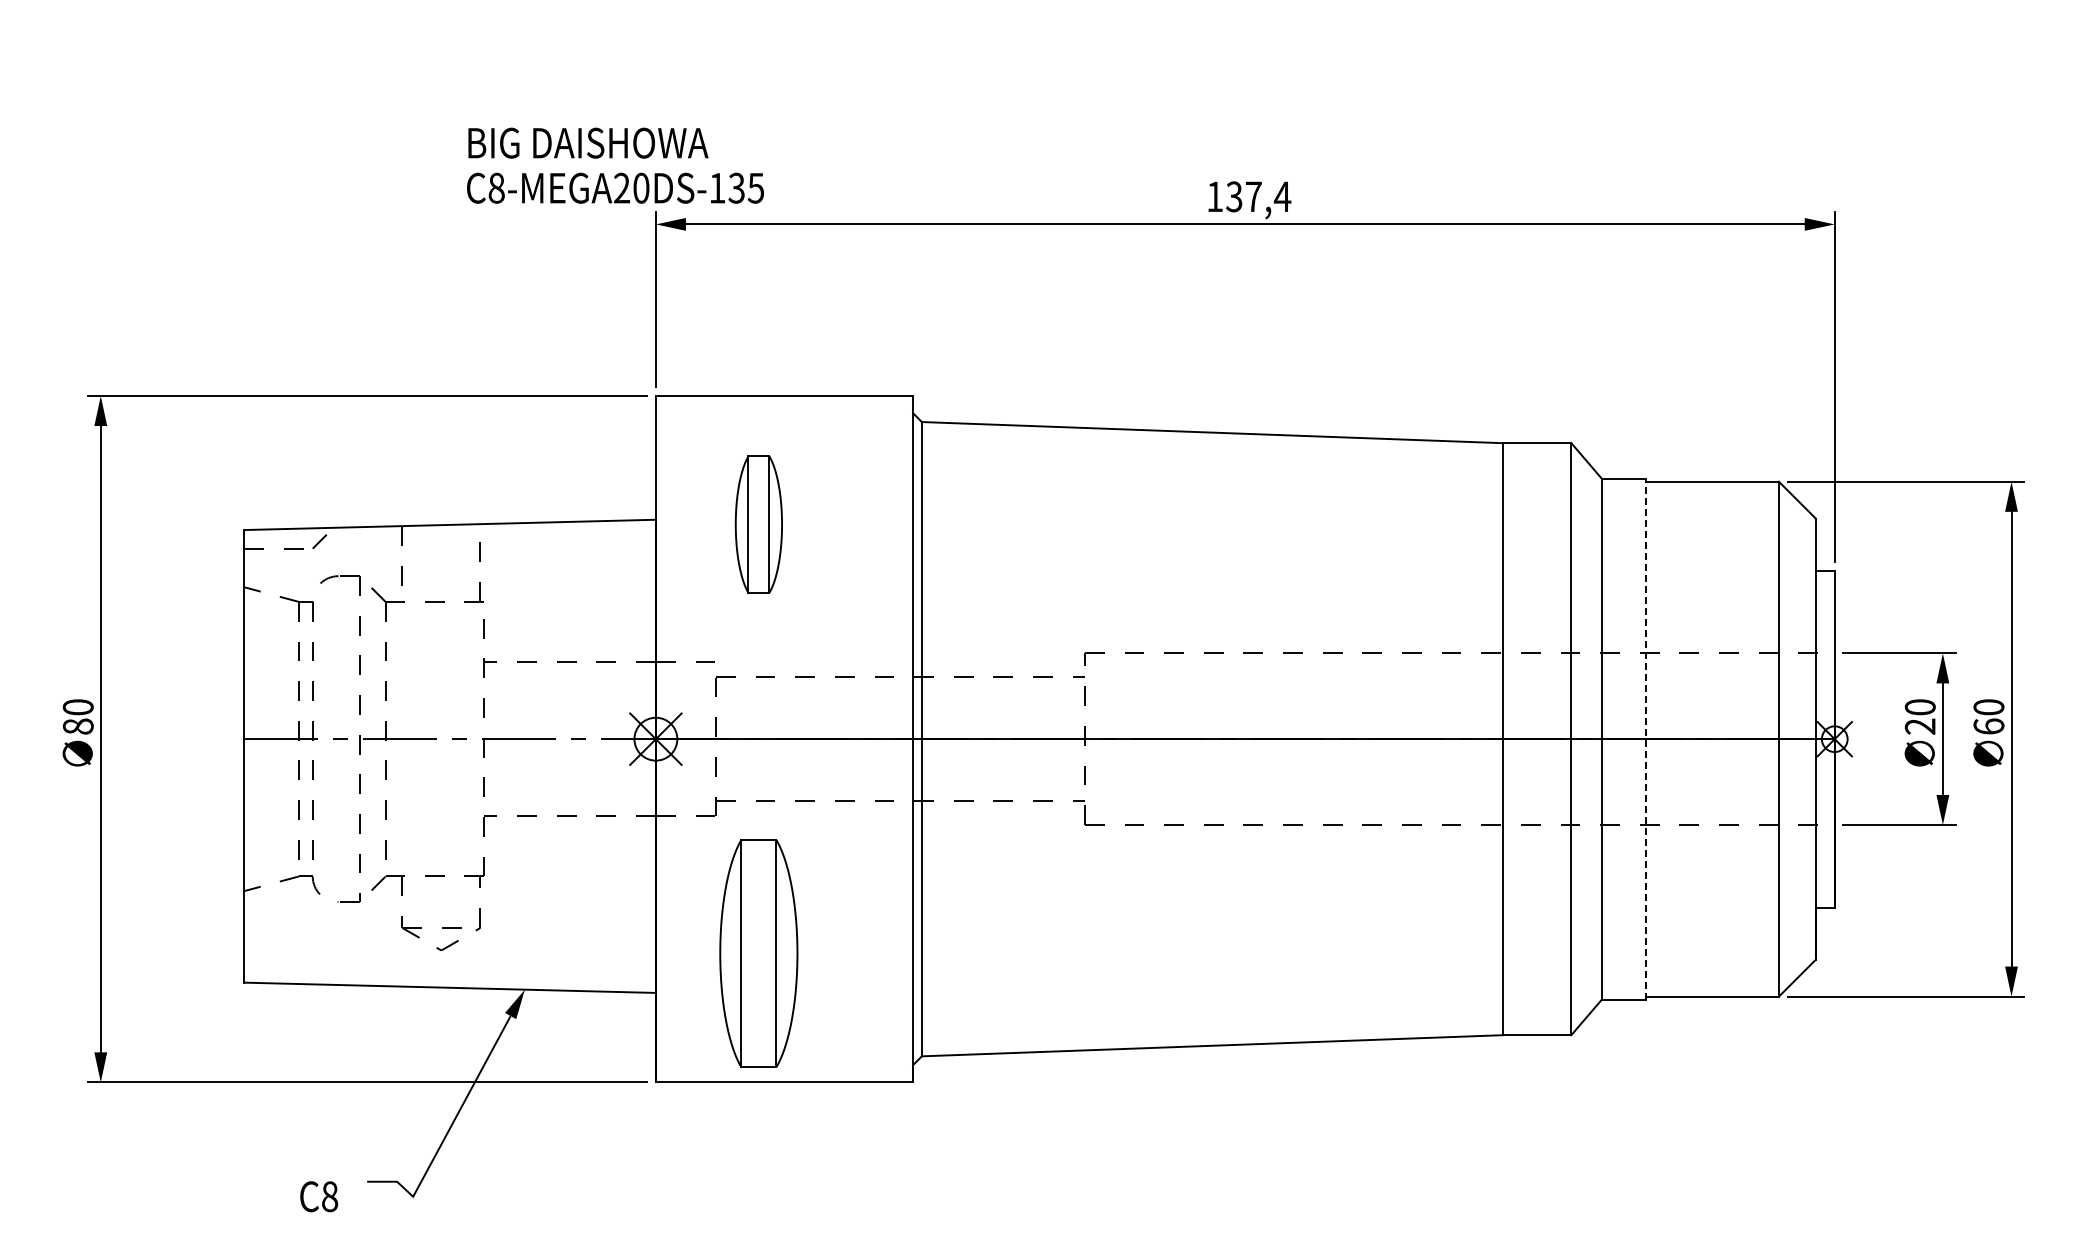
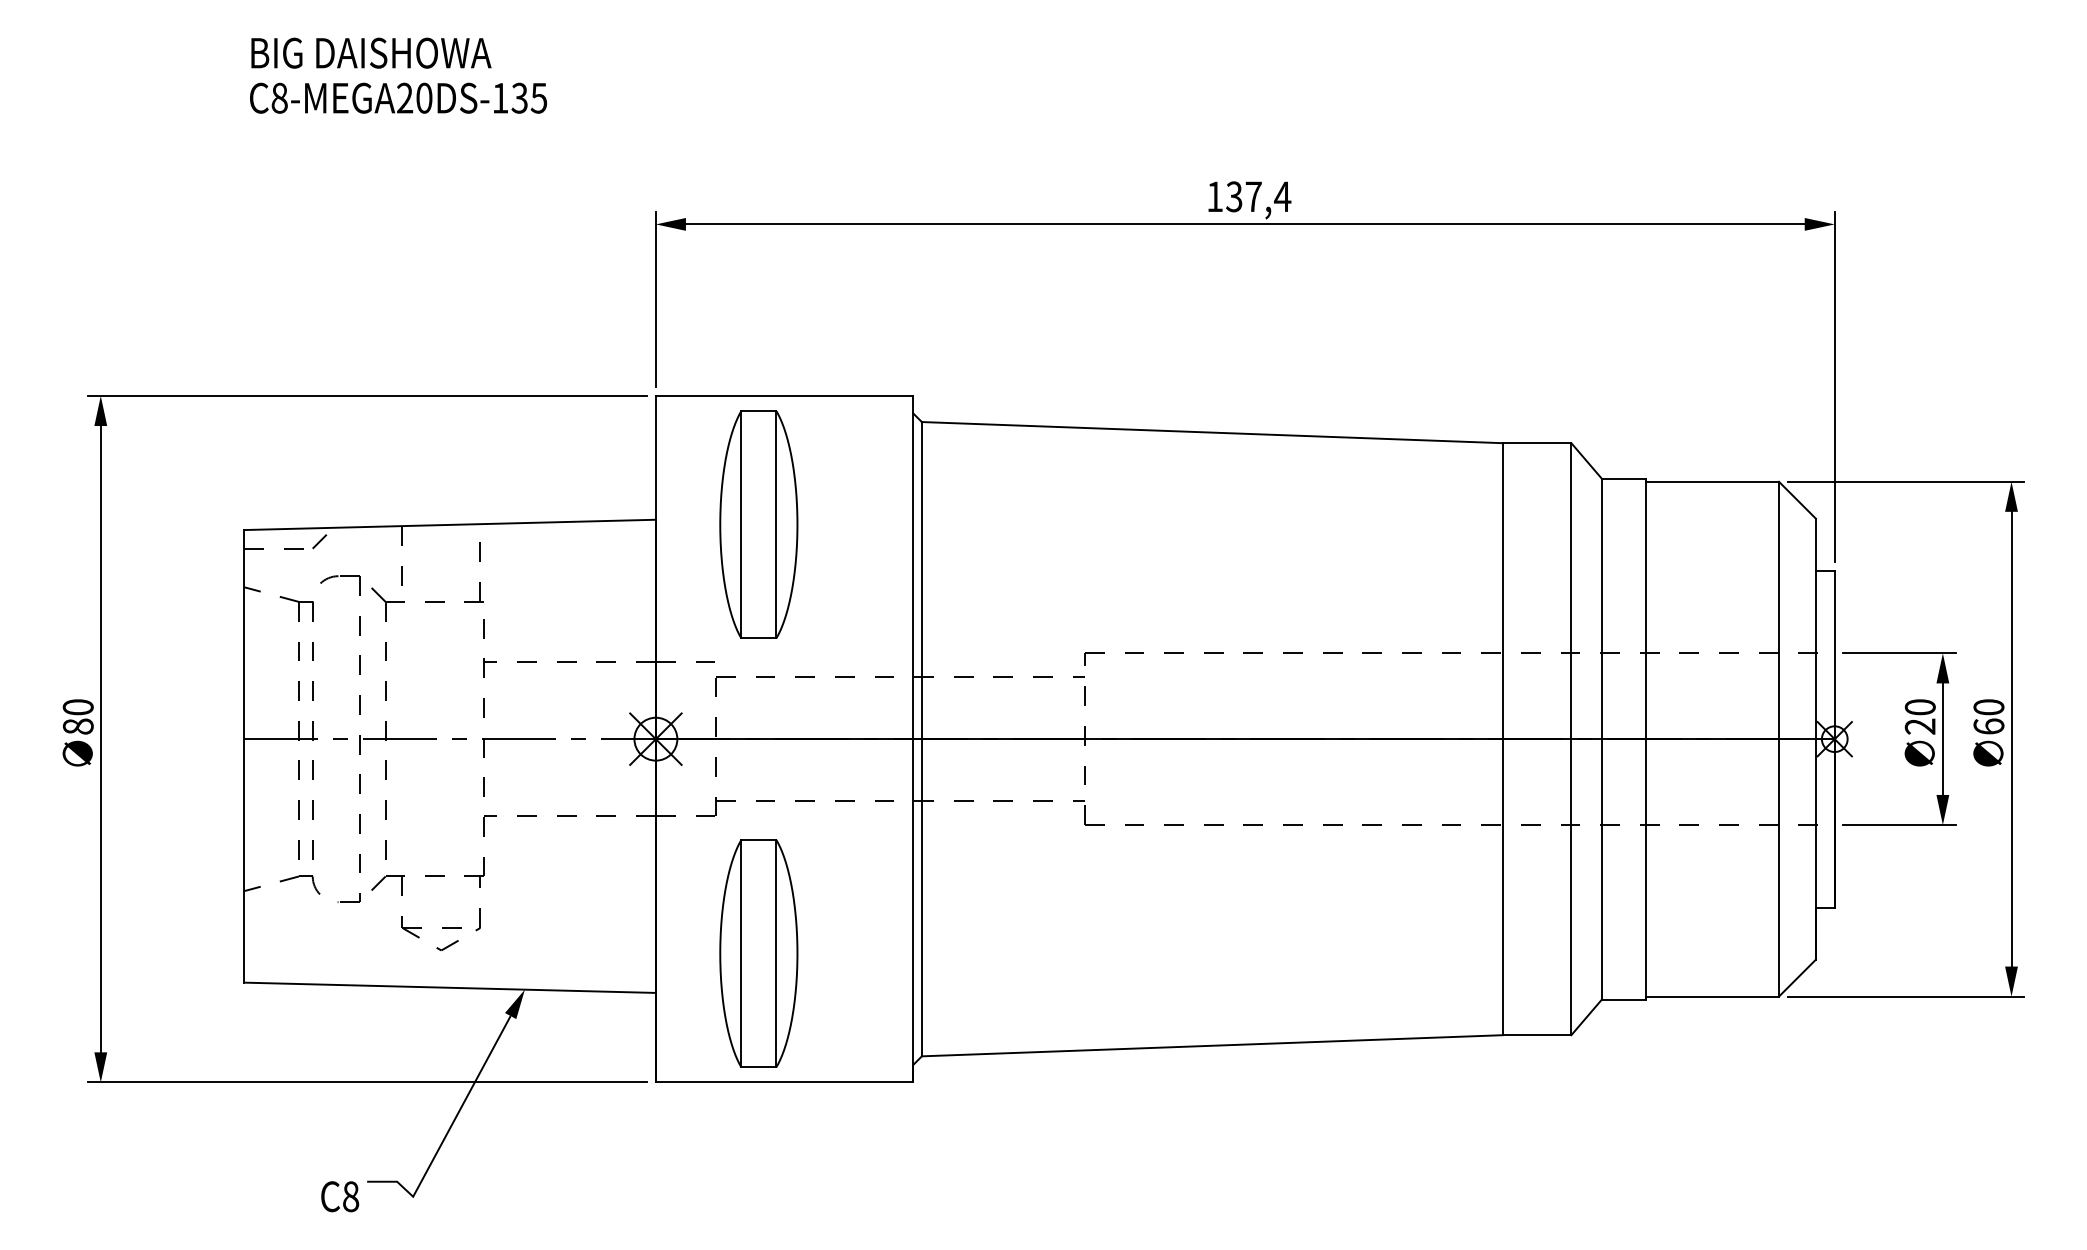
text at (615, 165) position: (615, 165) -> (398, 75)
part at (758, 524) size: 49x139 px -> 80x229 px
line at (1646, 738): dashed -> solid
text at (319, 1196) position: (319, 1196) -> (340, 1196)
